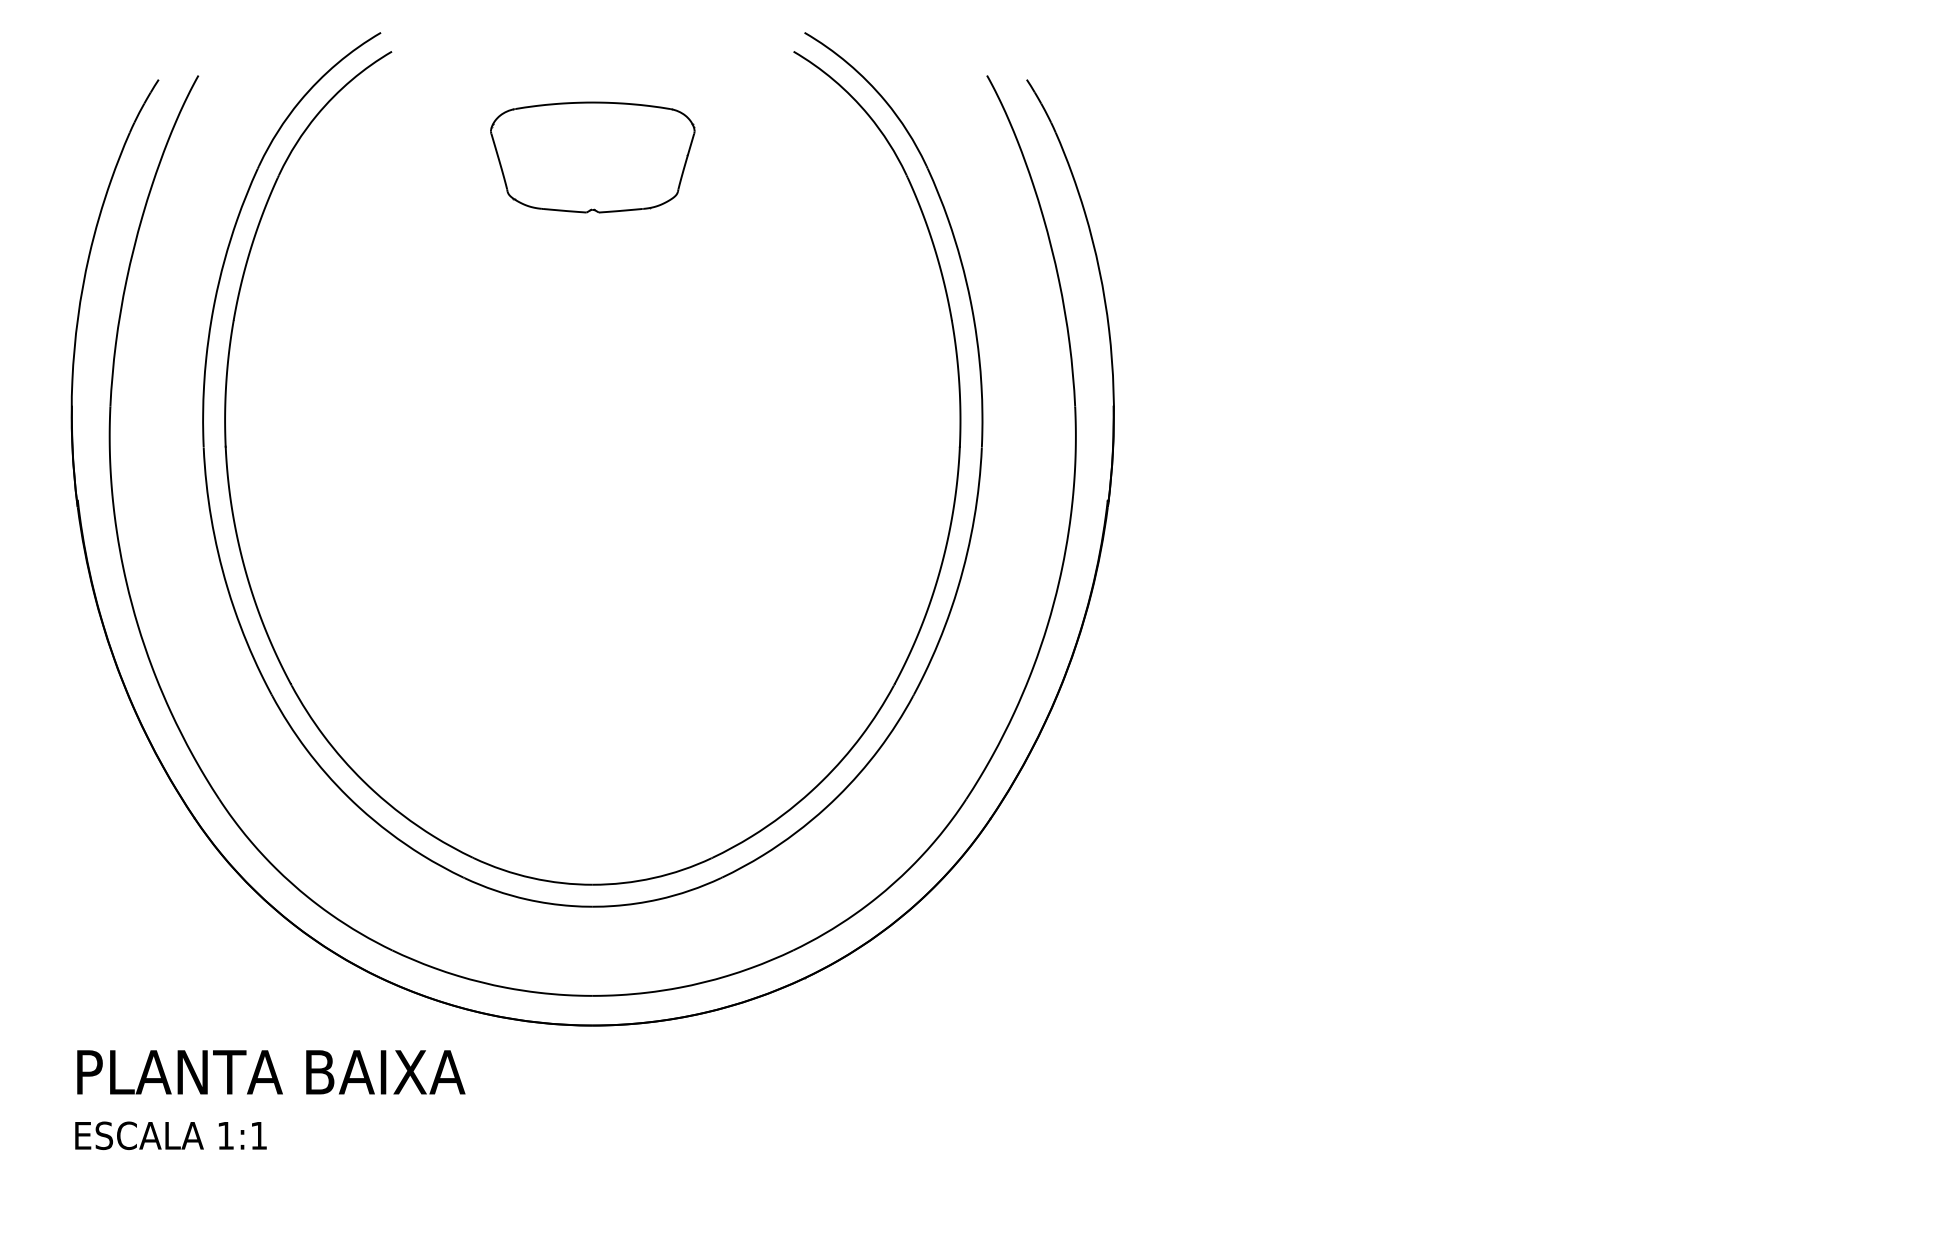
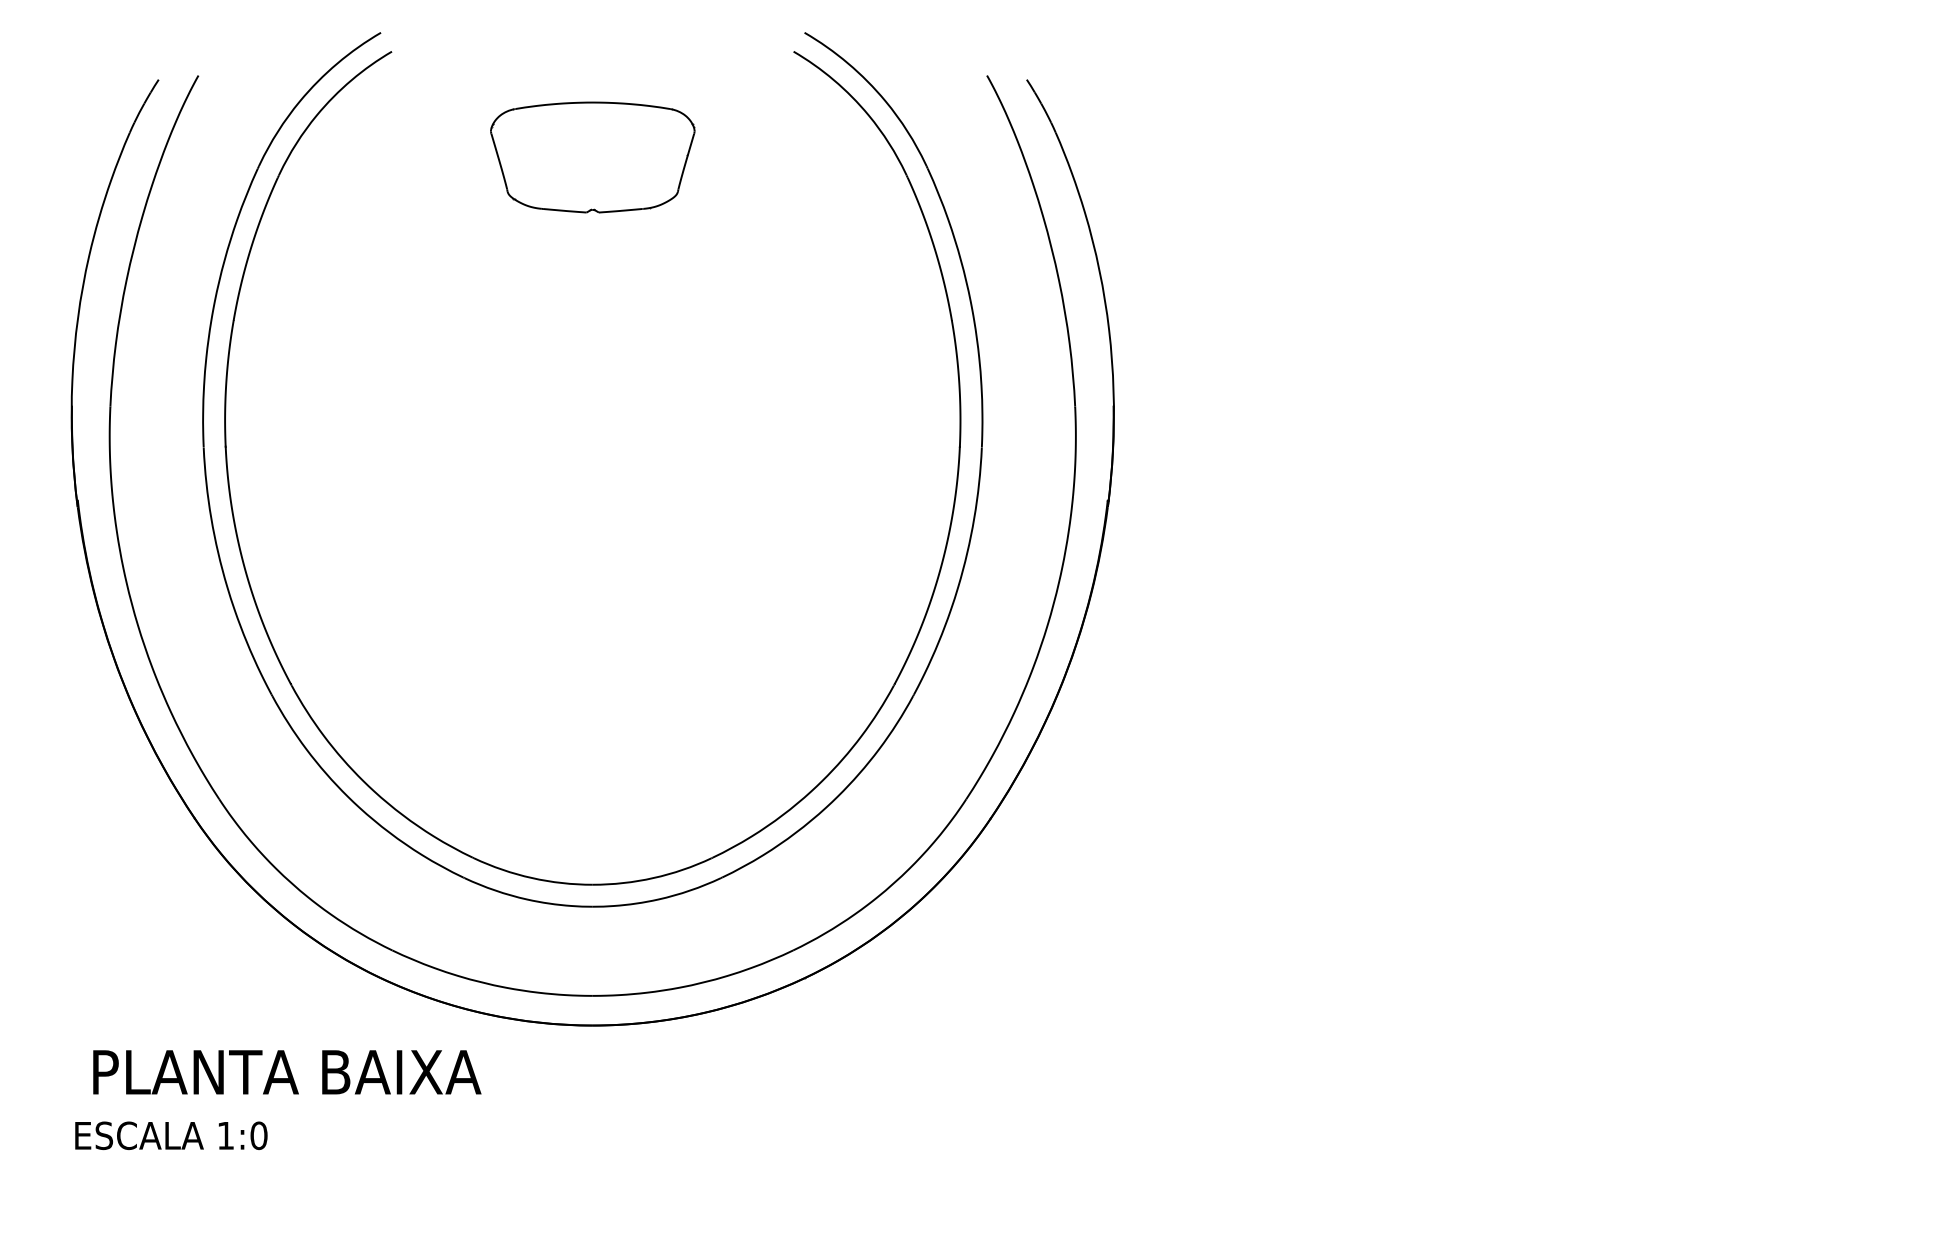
text at (271, 1072) position: (271, 1072) -> (287, 1072)
text at (258, 1135): 1:1 -> 1:0
